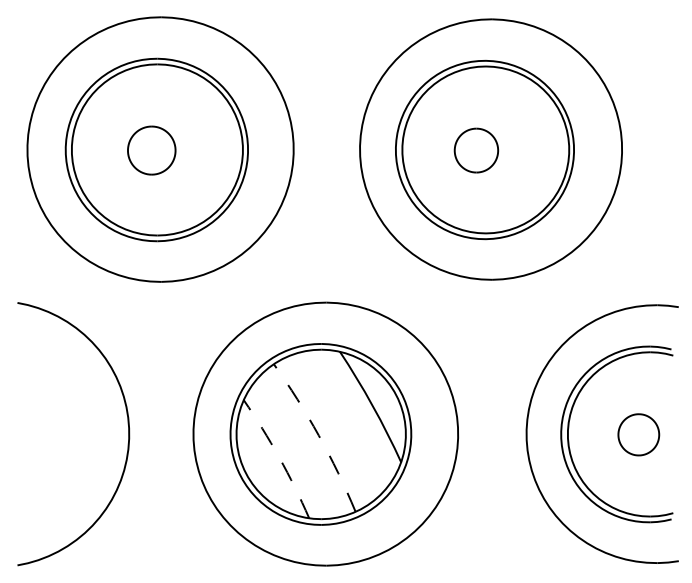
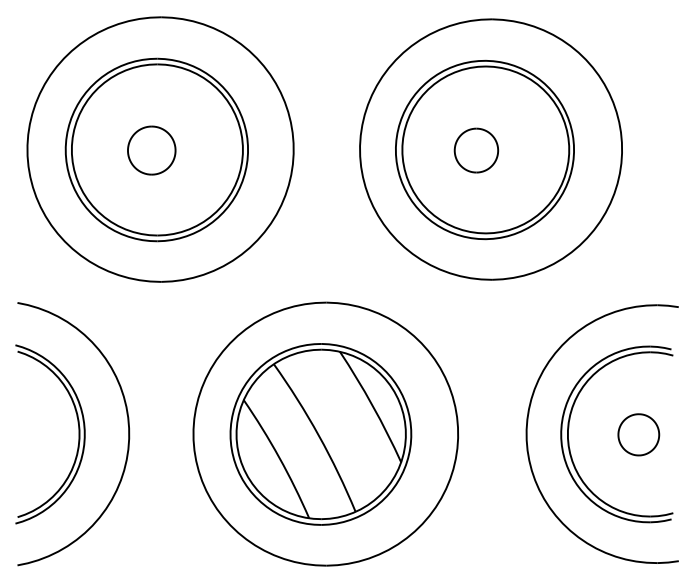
part at (78, 434): none -> present
arc at (318, 435): dashed -> solid
arc at (279, 457): dashed -> solid
